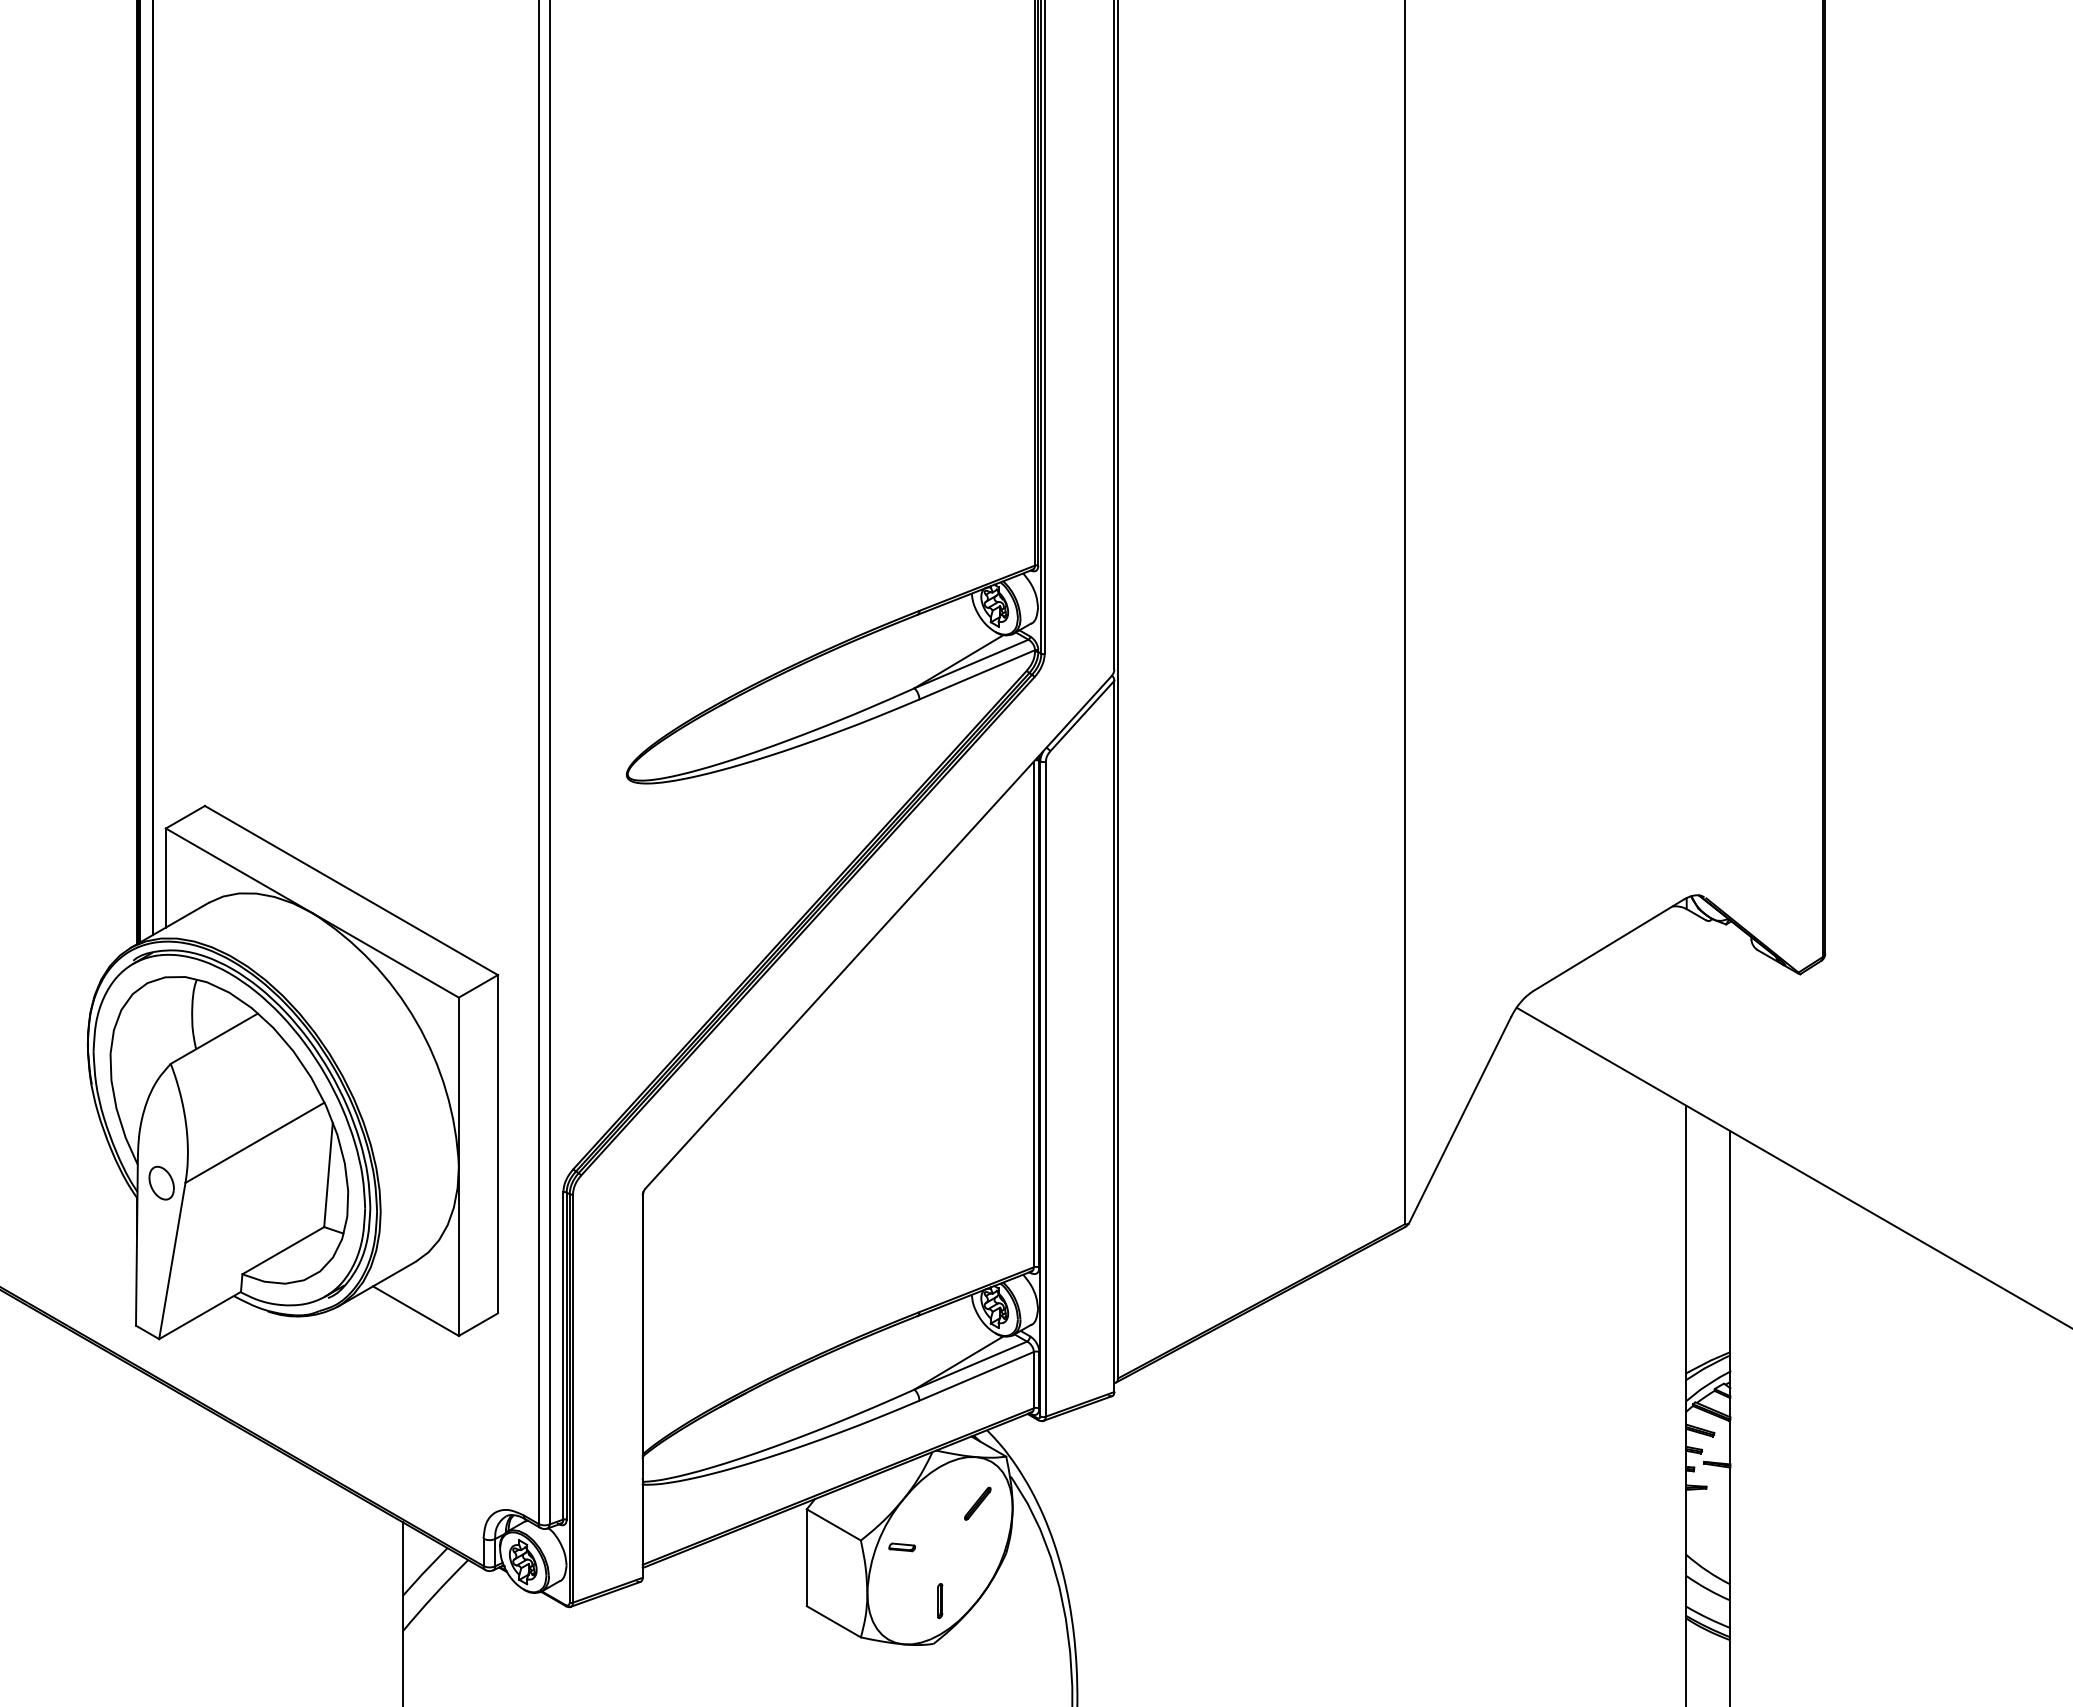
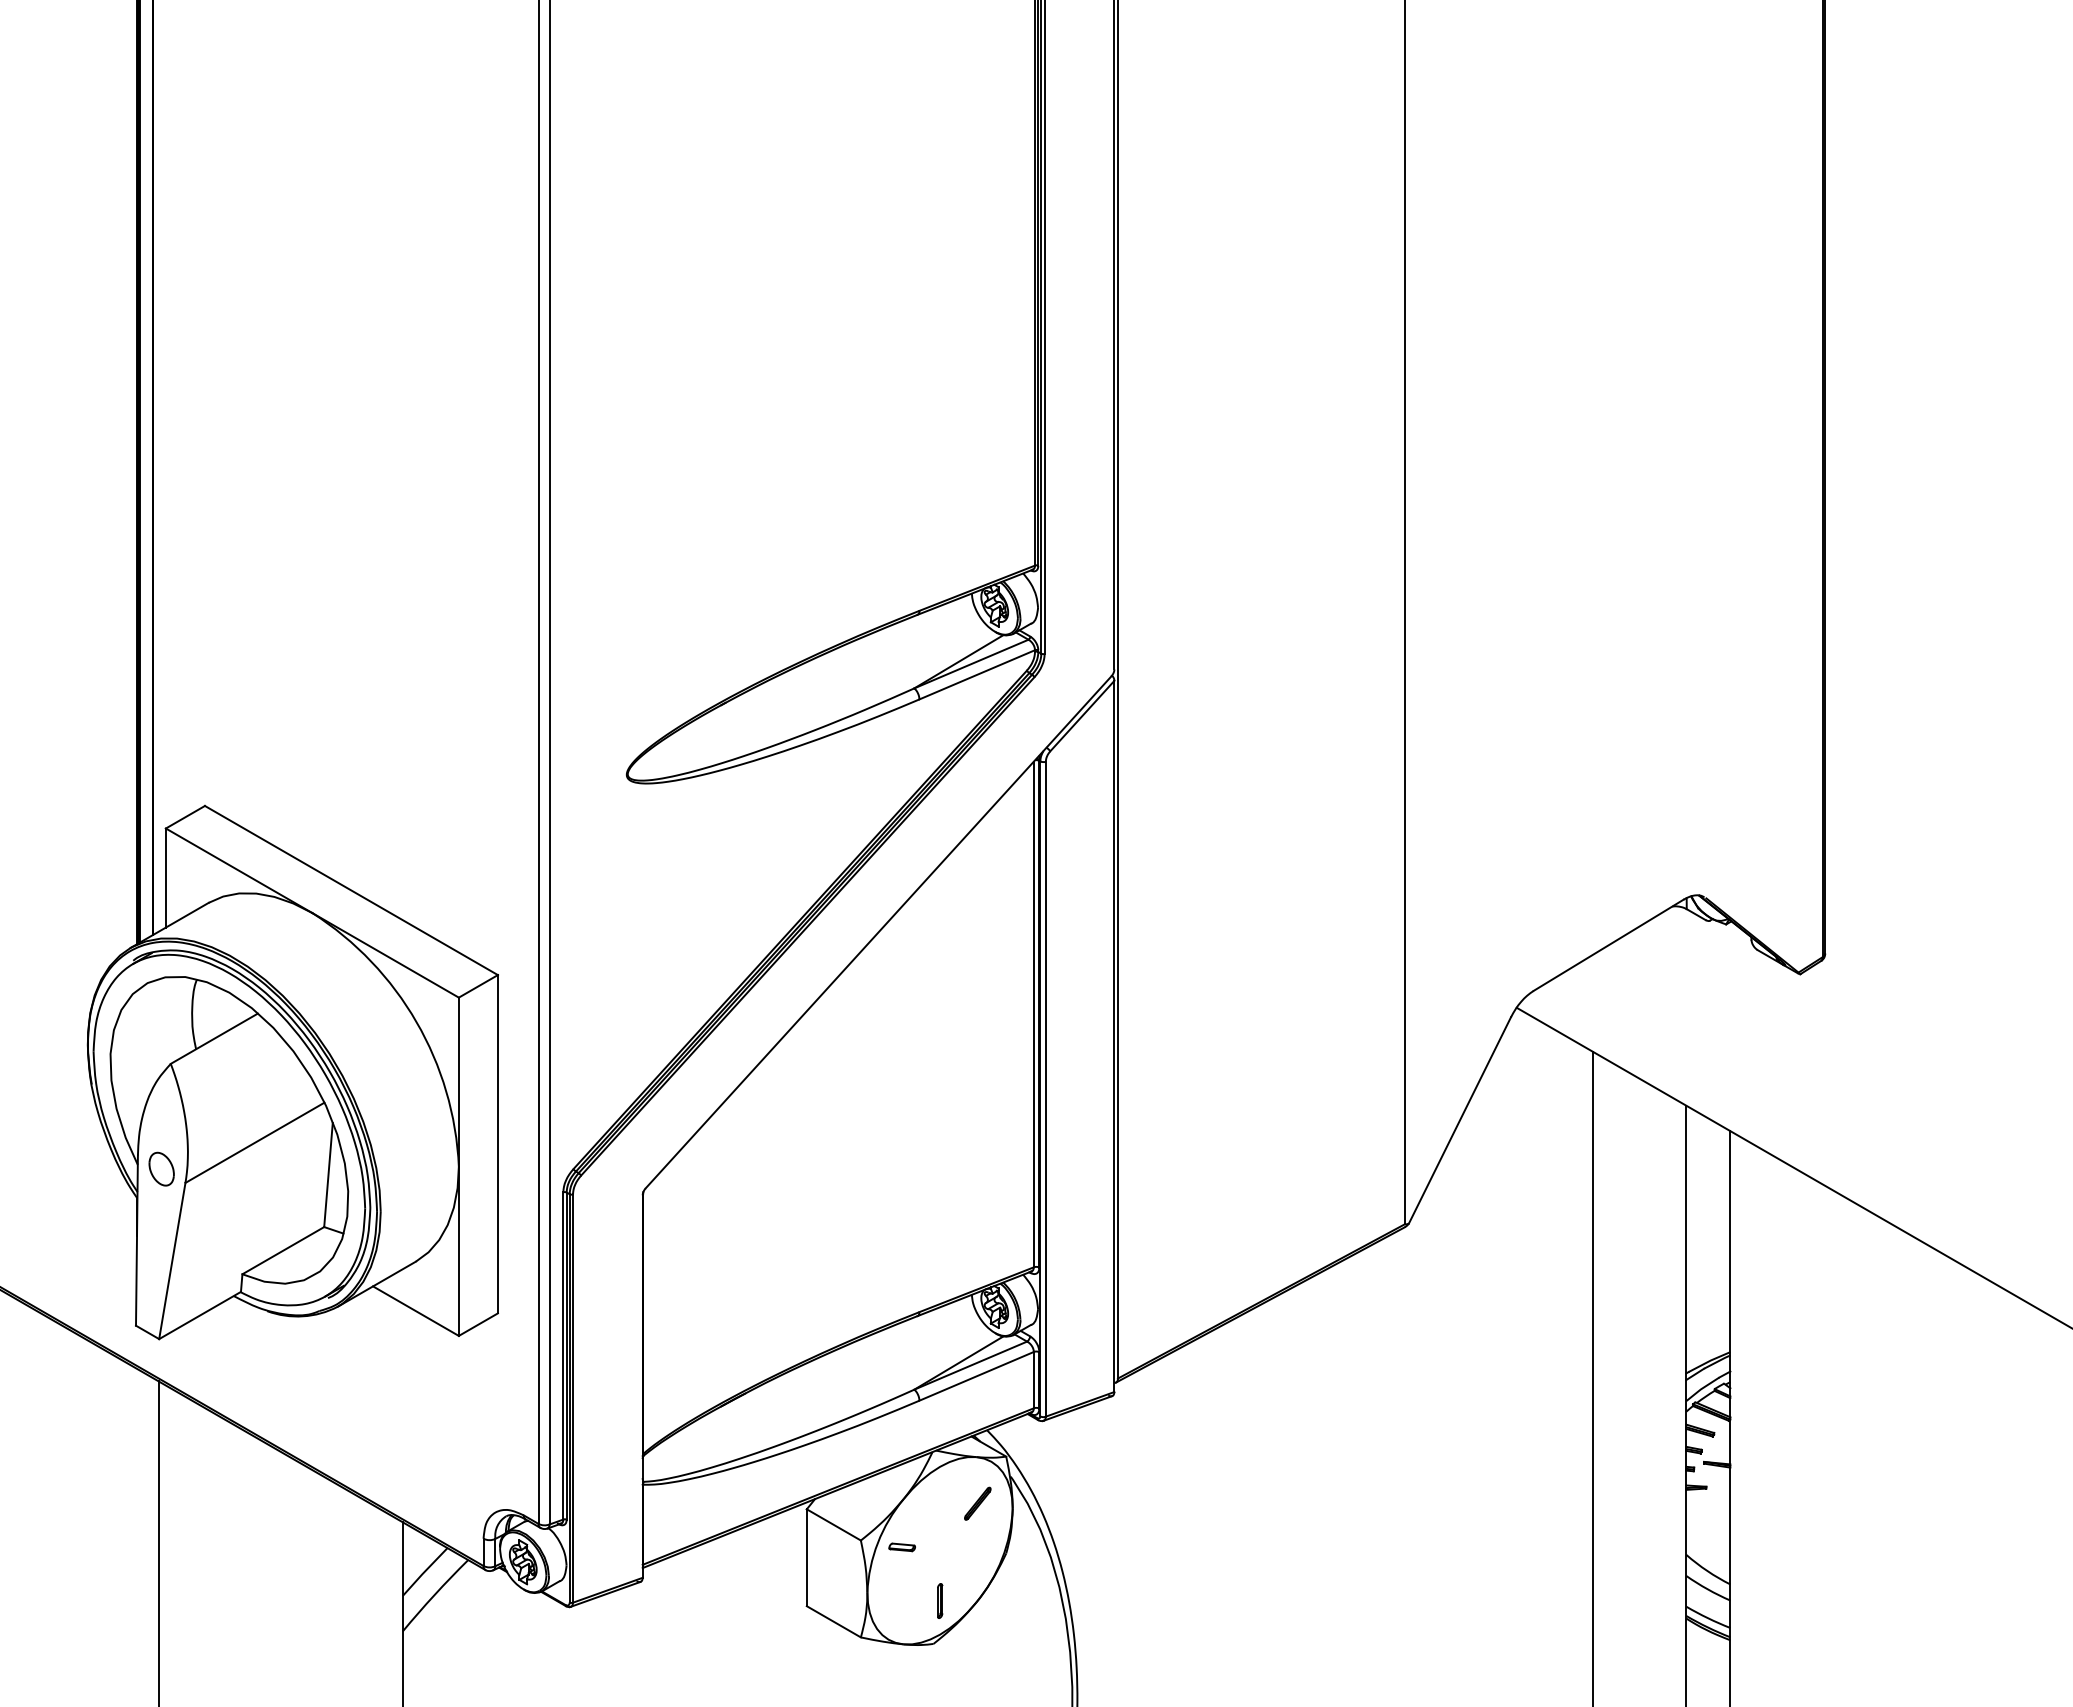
part at (161, 1182) position: (161, 1182) -> (161, 1168)
line at (1593, 1377): none -> present
line at (158, 1542): none -> present
